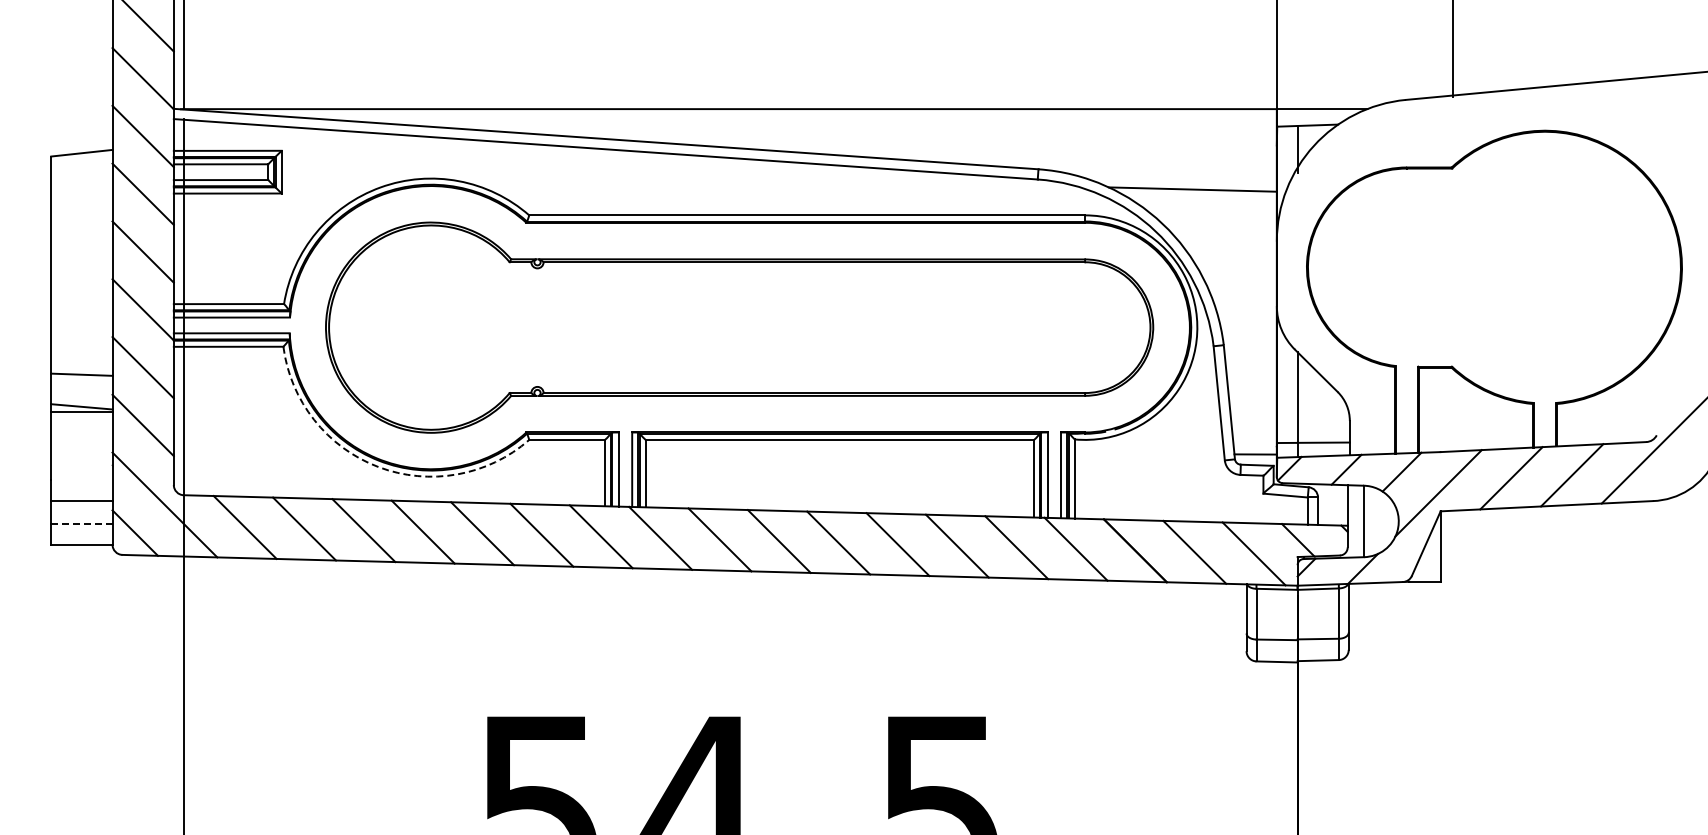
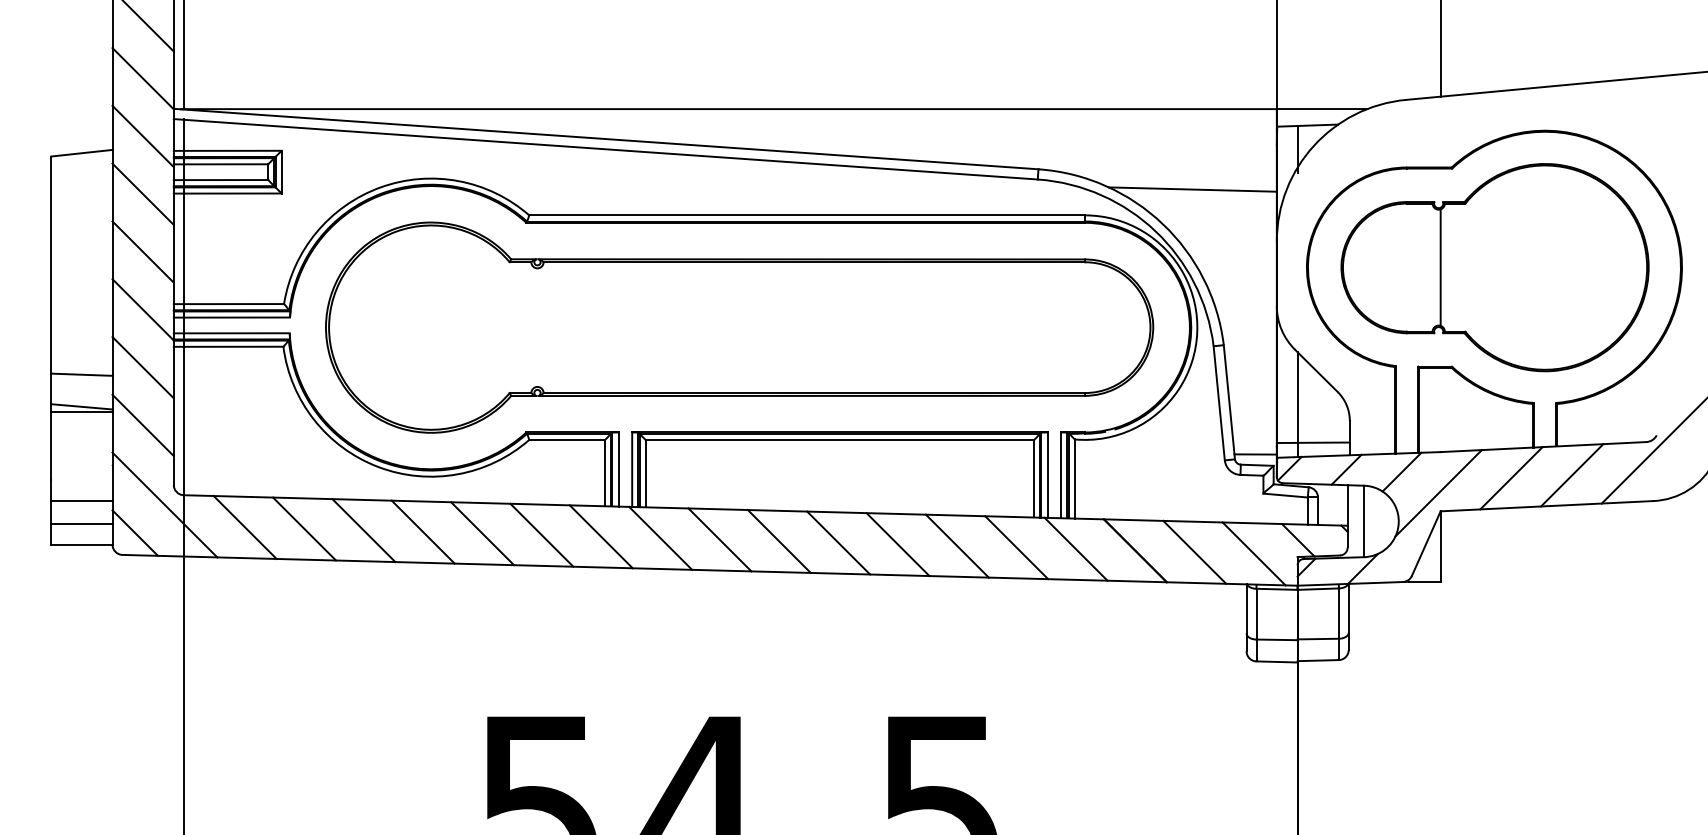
line at (1452, 49) position: (1452, 49) -> (1440, 49)
part at (1494, 267): none -> present
arc at (378, 467): dashed -> solid
line at (81, 524): dashed -> solid
